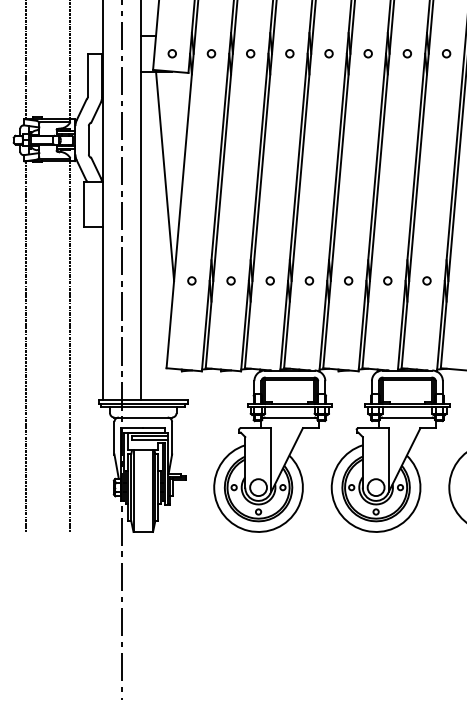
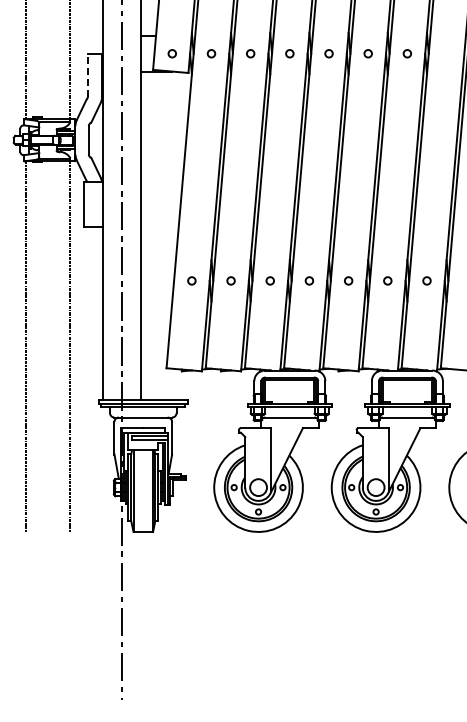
circle at (446, 53): present -> none
line at (87, 75): solid -> dashed
line at (165, 175): present -> none
